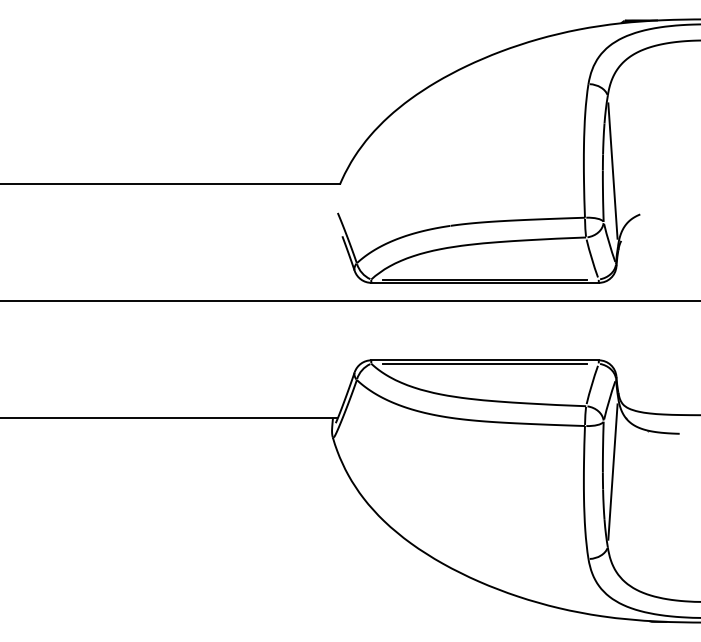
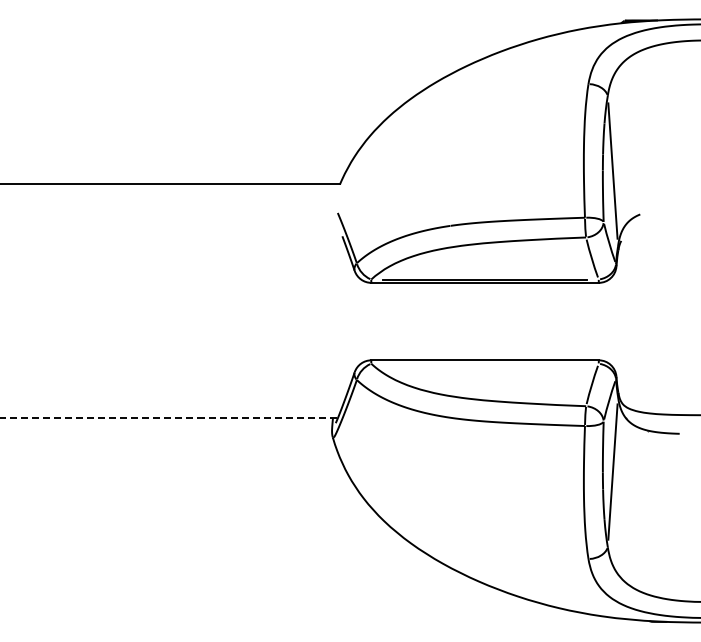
line at (349, 300): present -> none
line at (484, 363): present -> none
line at (168, 418): solid -> dashed
